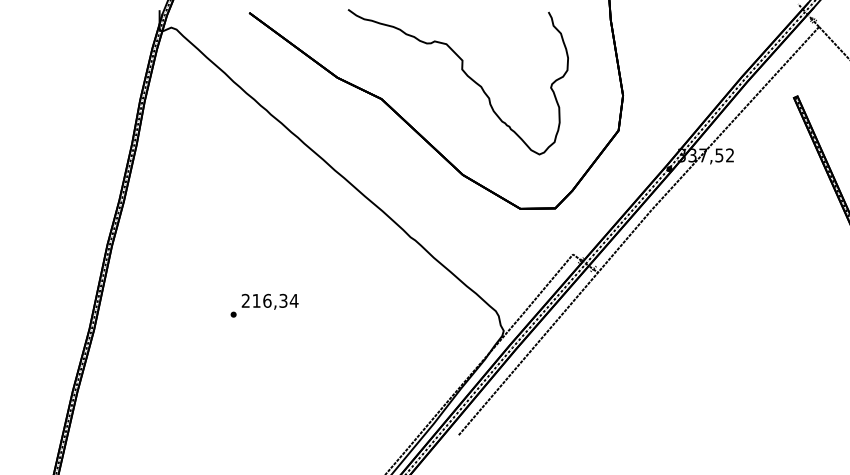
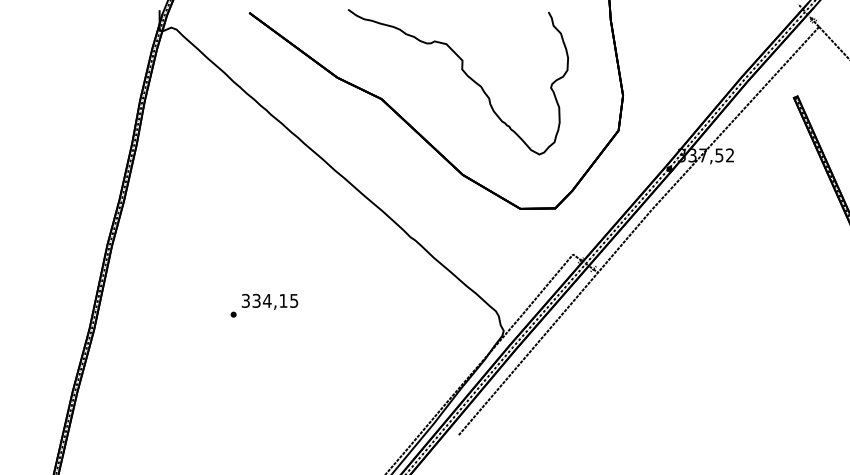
text at (269, 300): 216,34 -> 334,15
